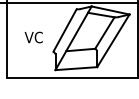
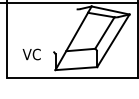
line at (64, 30): present -> none
text at (33, 37) position: (33, 37) -> (31, 54)
